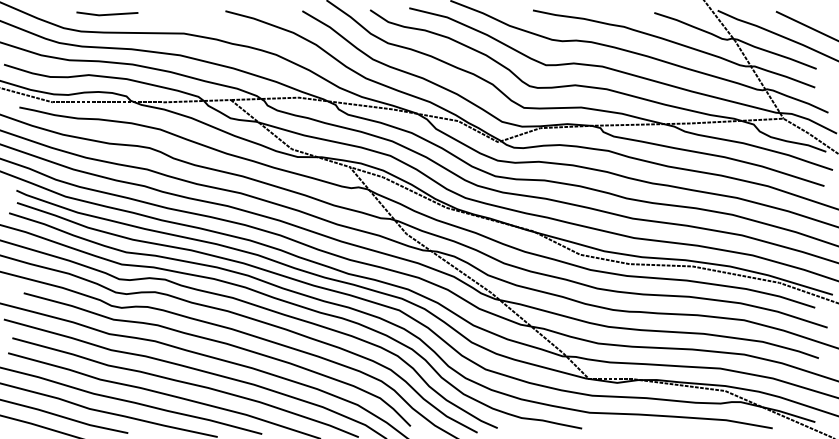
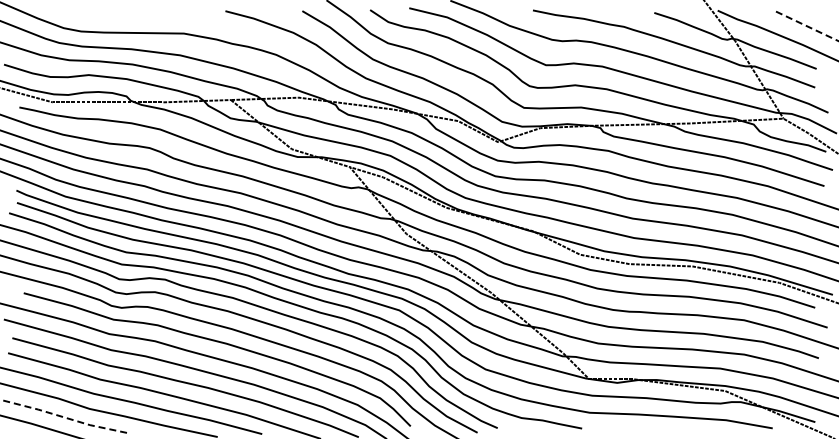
line at (107, 13): present -> none
line at (807, 26): solid -> dashed
line at (64, 417): solid -> dashed
